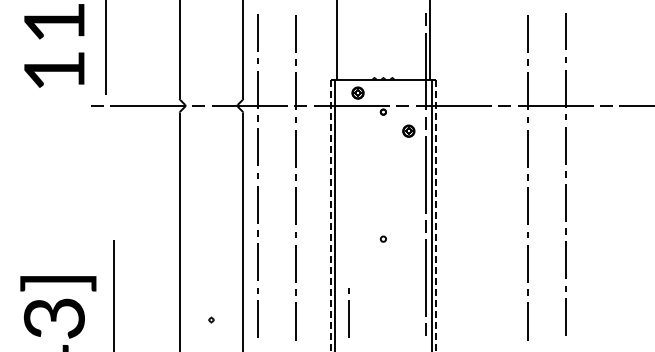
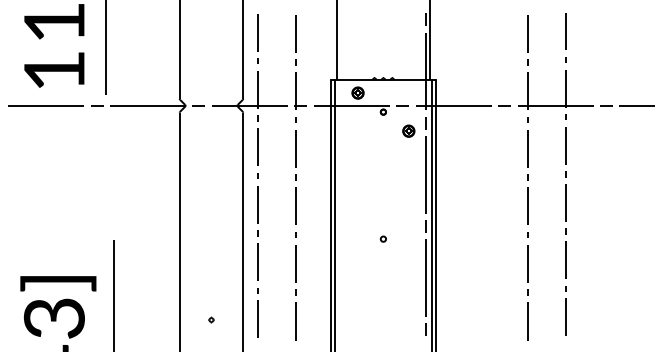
line at (45, 105): none -> present
line at (330, 215): dashed -> solid
line at (436, 216): dashed -> solid
line at (348, 312): present -> none
